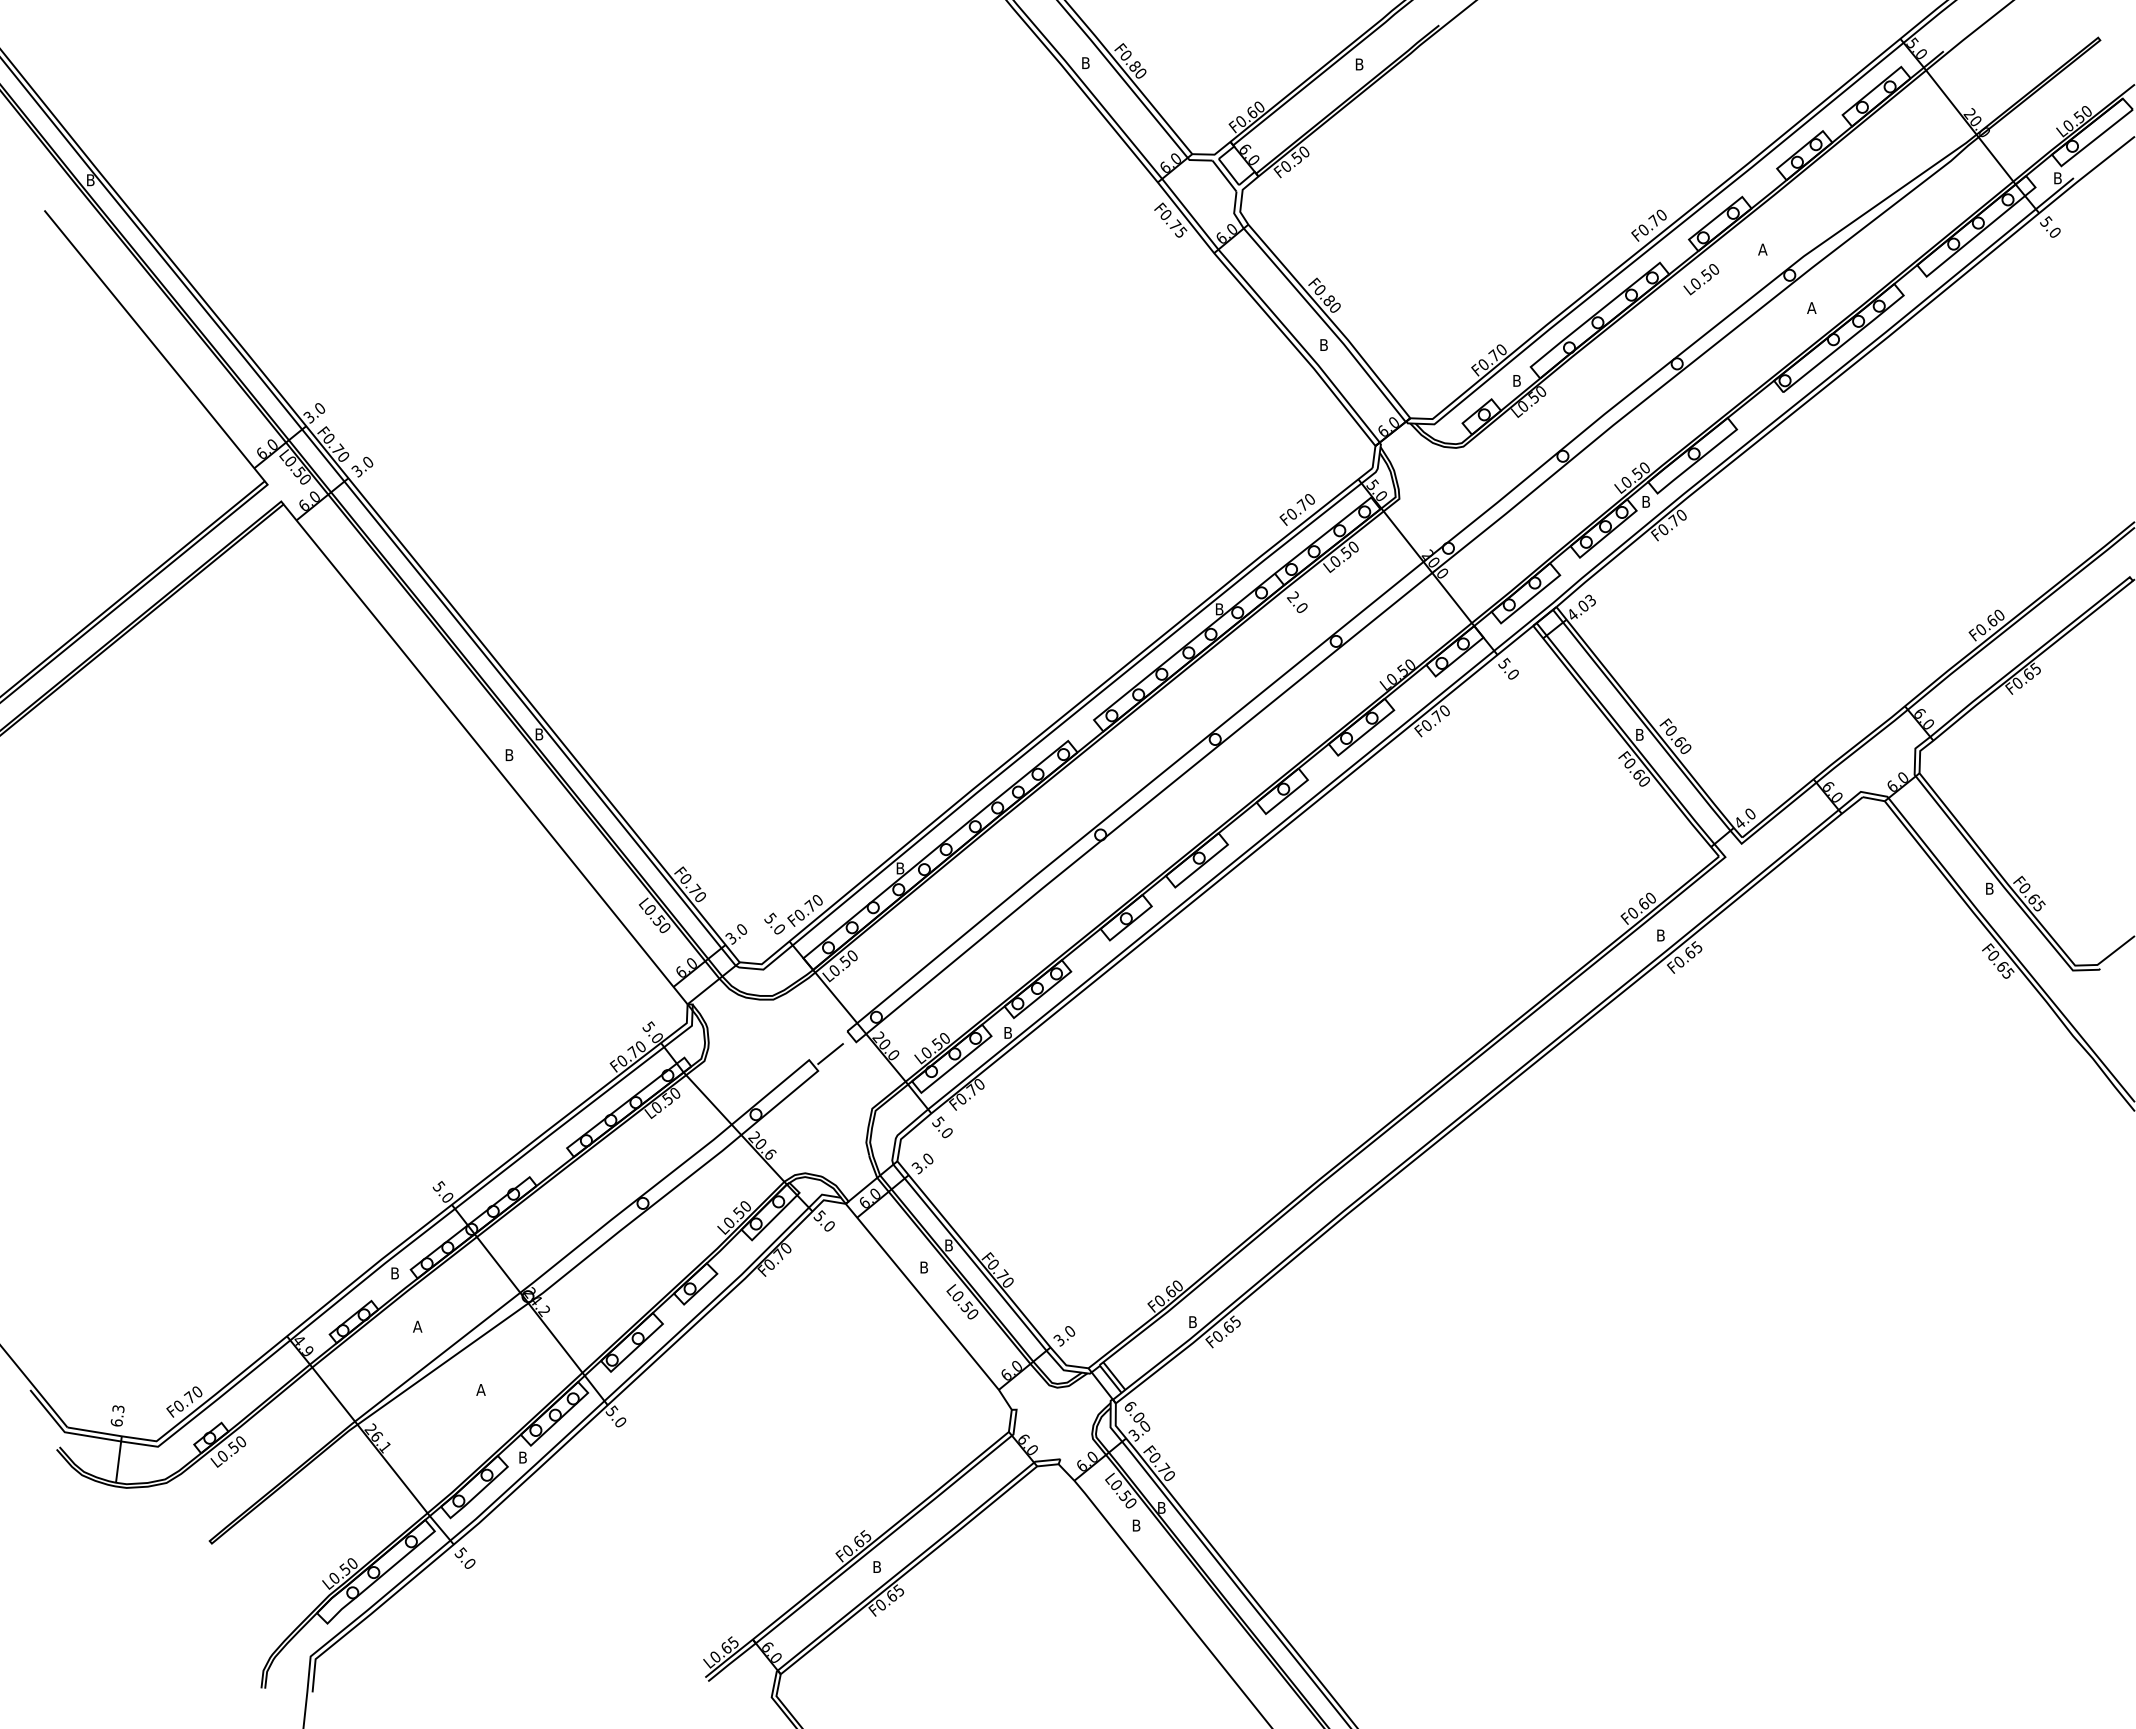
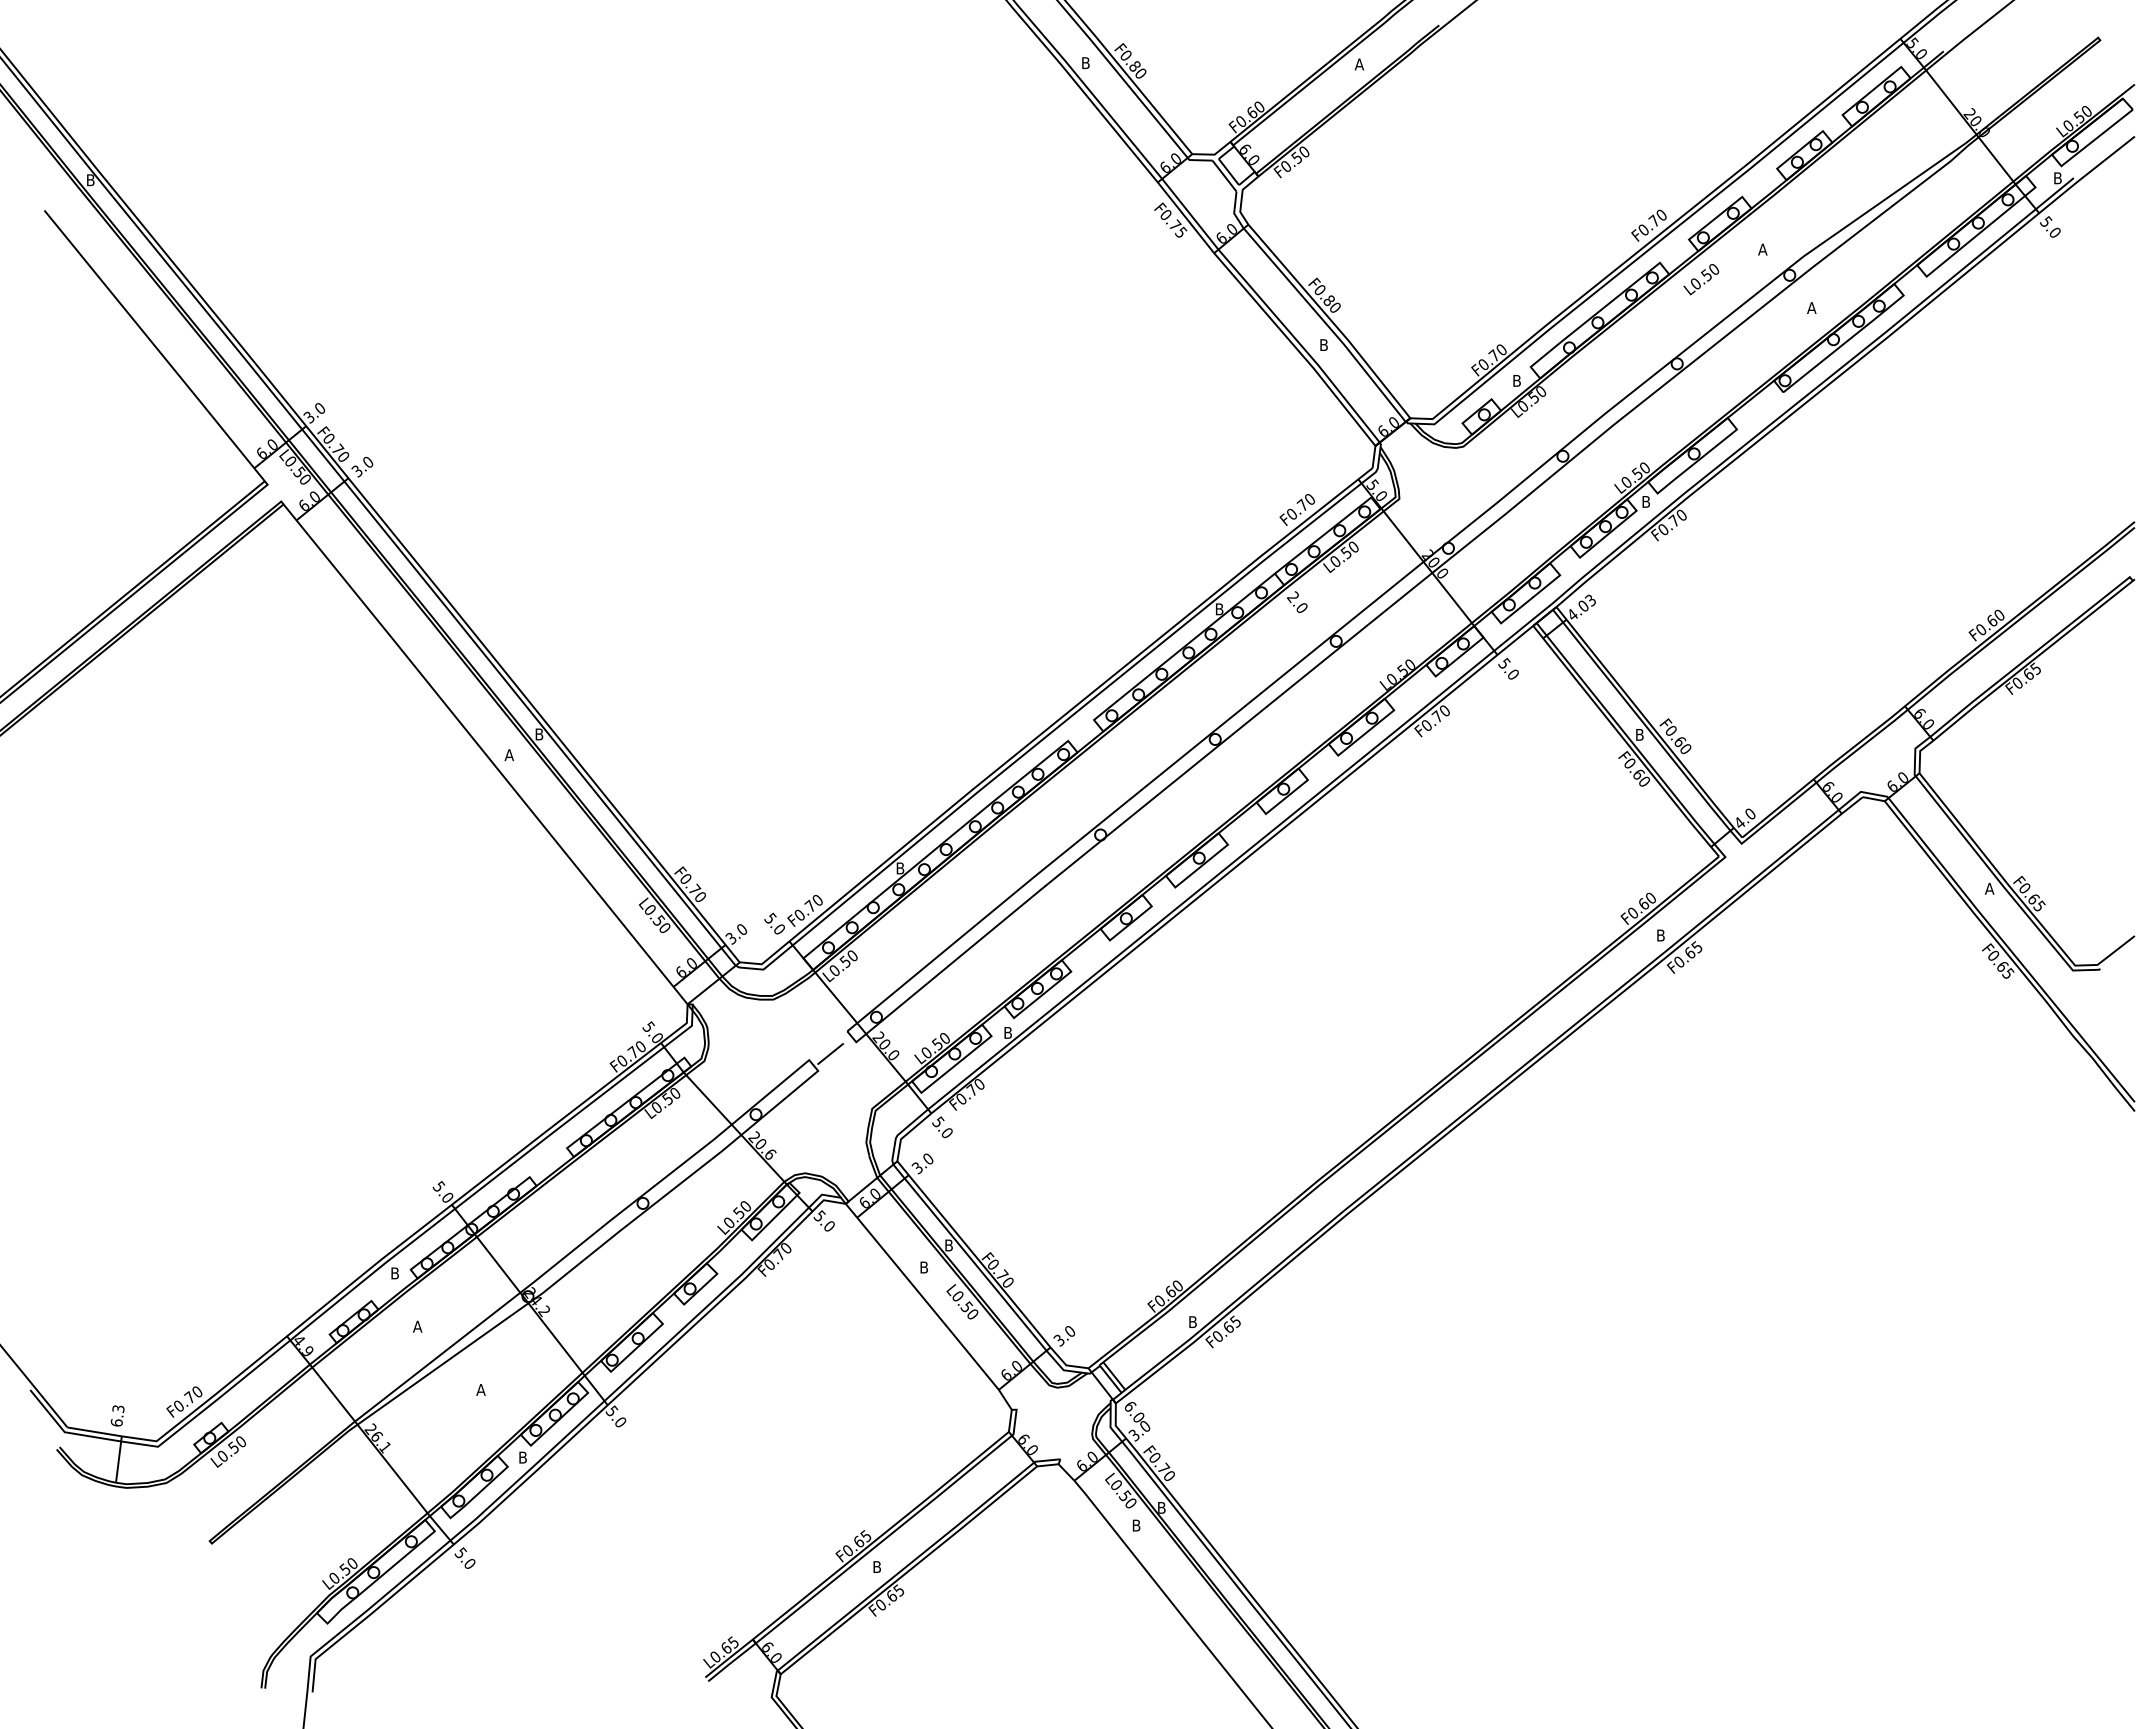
text at (1359, 64): B -> A
text at (508, 755): B -> A
text at (1989, 888): B -> A
